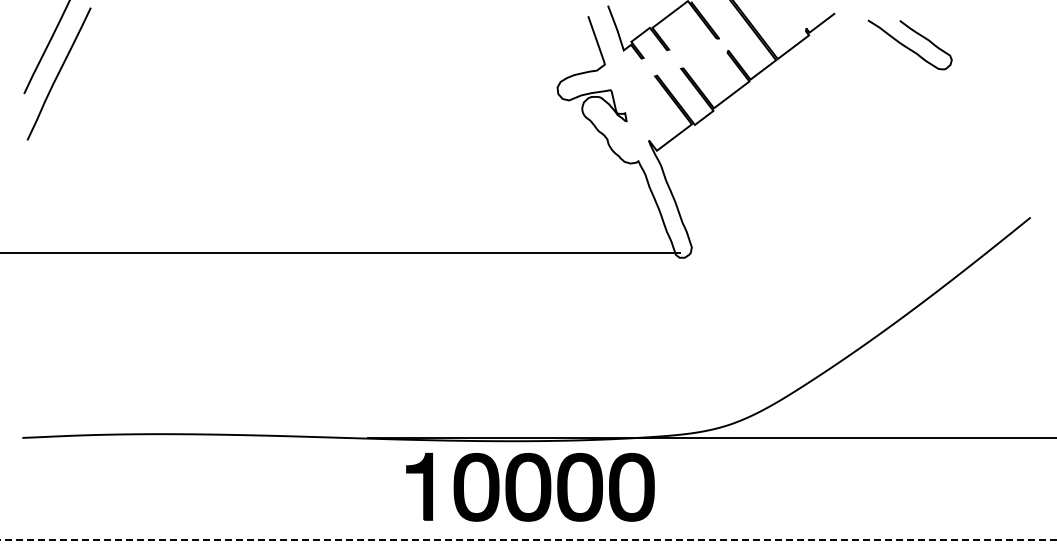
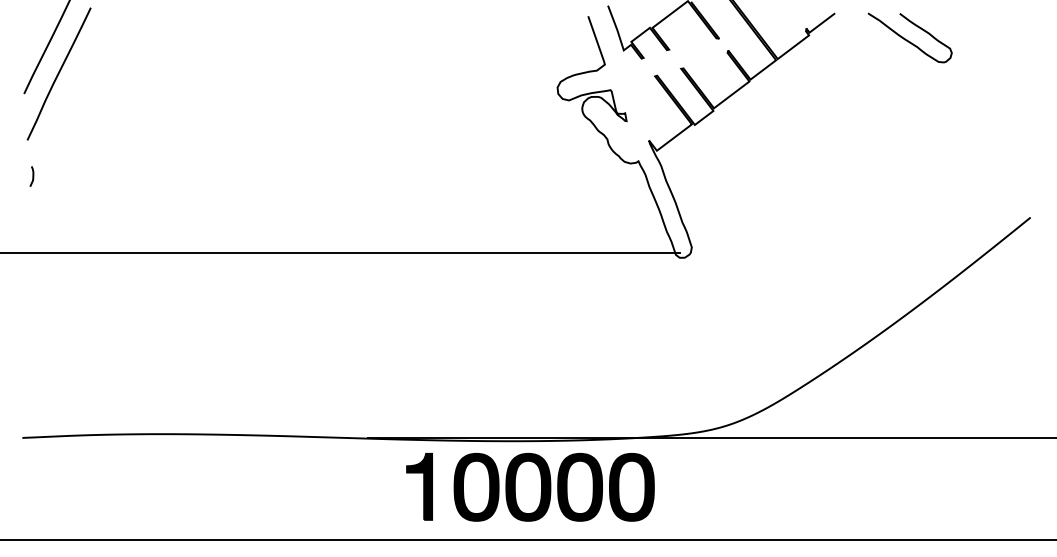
curve at (907, 46) position: (907, 46) -> (907, 39)
curve at (32, 176): none -> present
line at (528, 540): dashed -> solid
